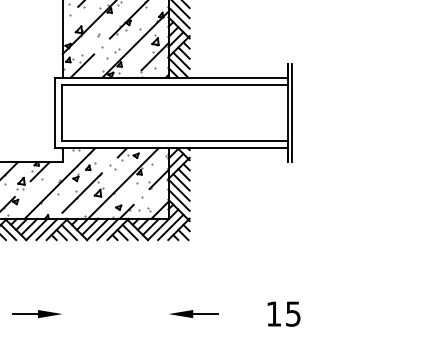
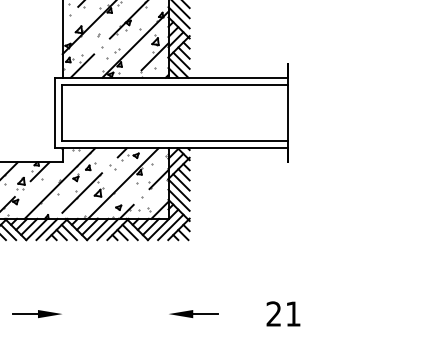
line at (292, 112): present -> none
text at (283, 313): 15 -> 21
